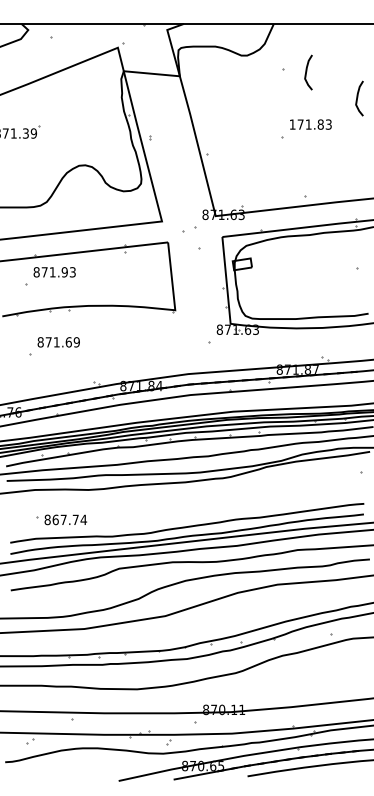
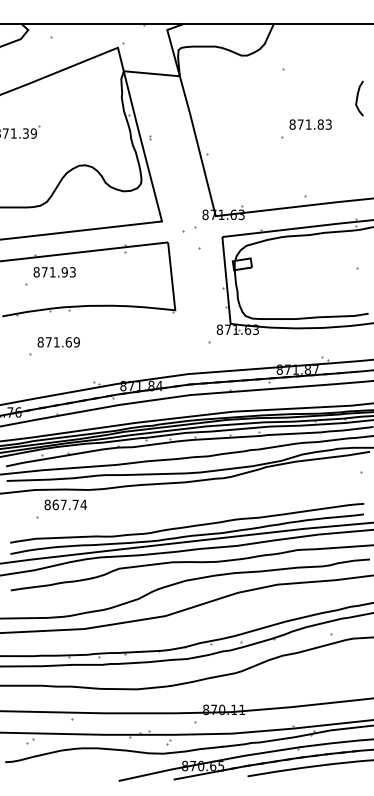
curve at (307, 71): present -> none
text at (292, 124): 171.83 -> 871.83
text at (65, 519) position: (65, 519) -> (65, 504)
